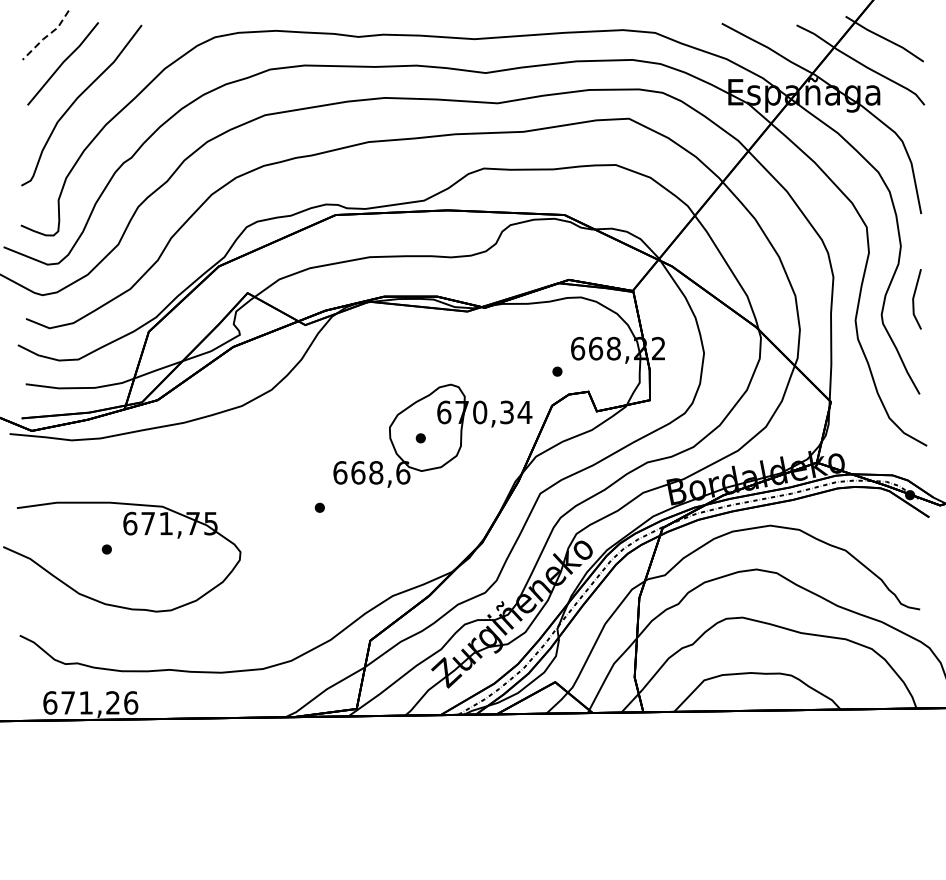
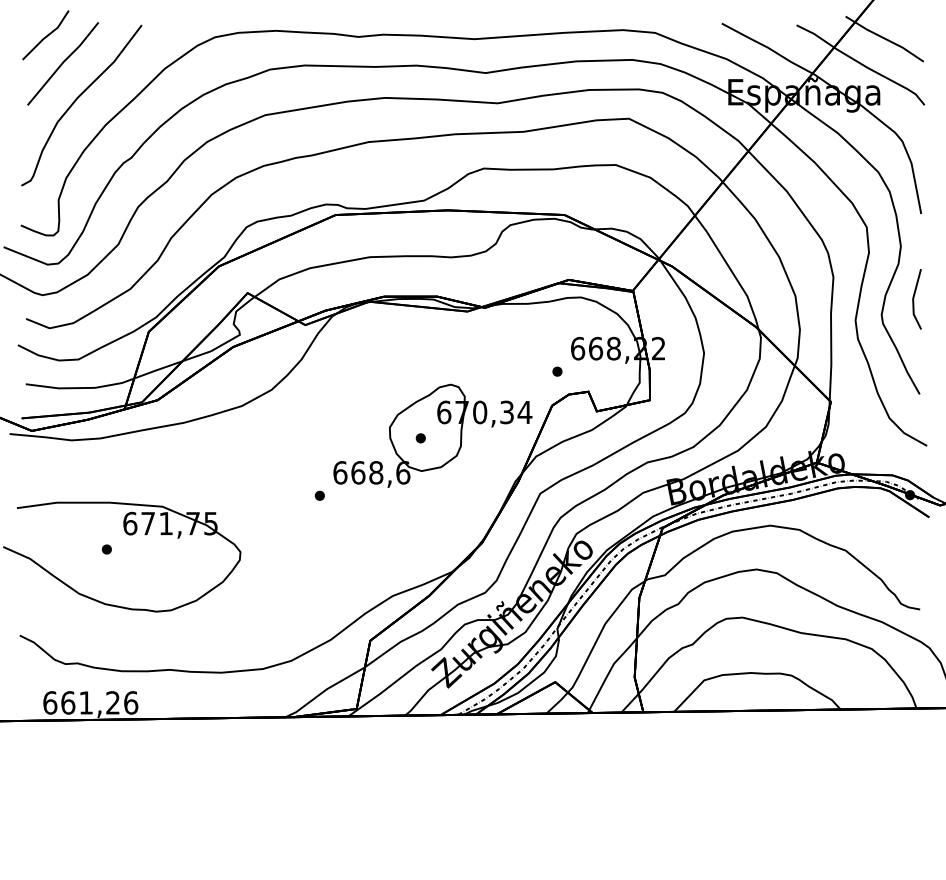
line at (47, 36): dashed -> solid
part at (319, 507) position: (319, 507) -> (319, 495)
text at (68, 702): 671,26 -> 661,26
